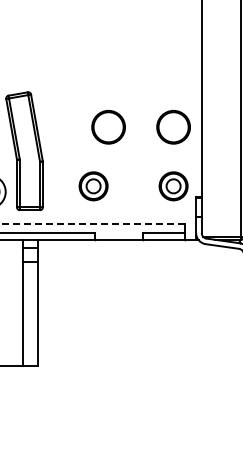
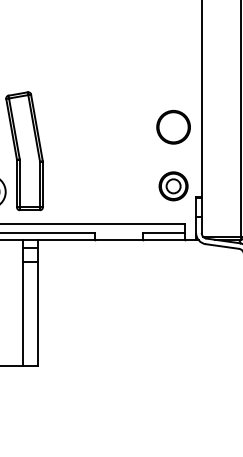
circle at (108, 127): present -> none
part at (93, 186): present -> none
line at (92, 224): dashed -> solid
